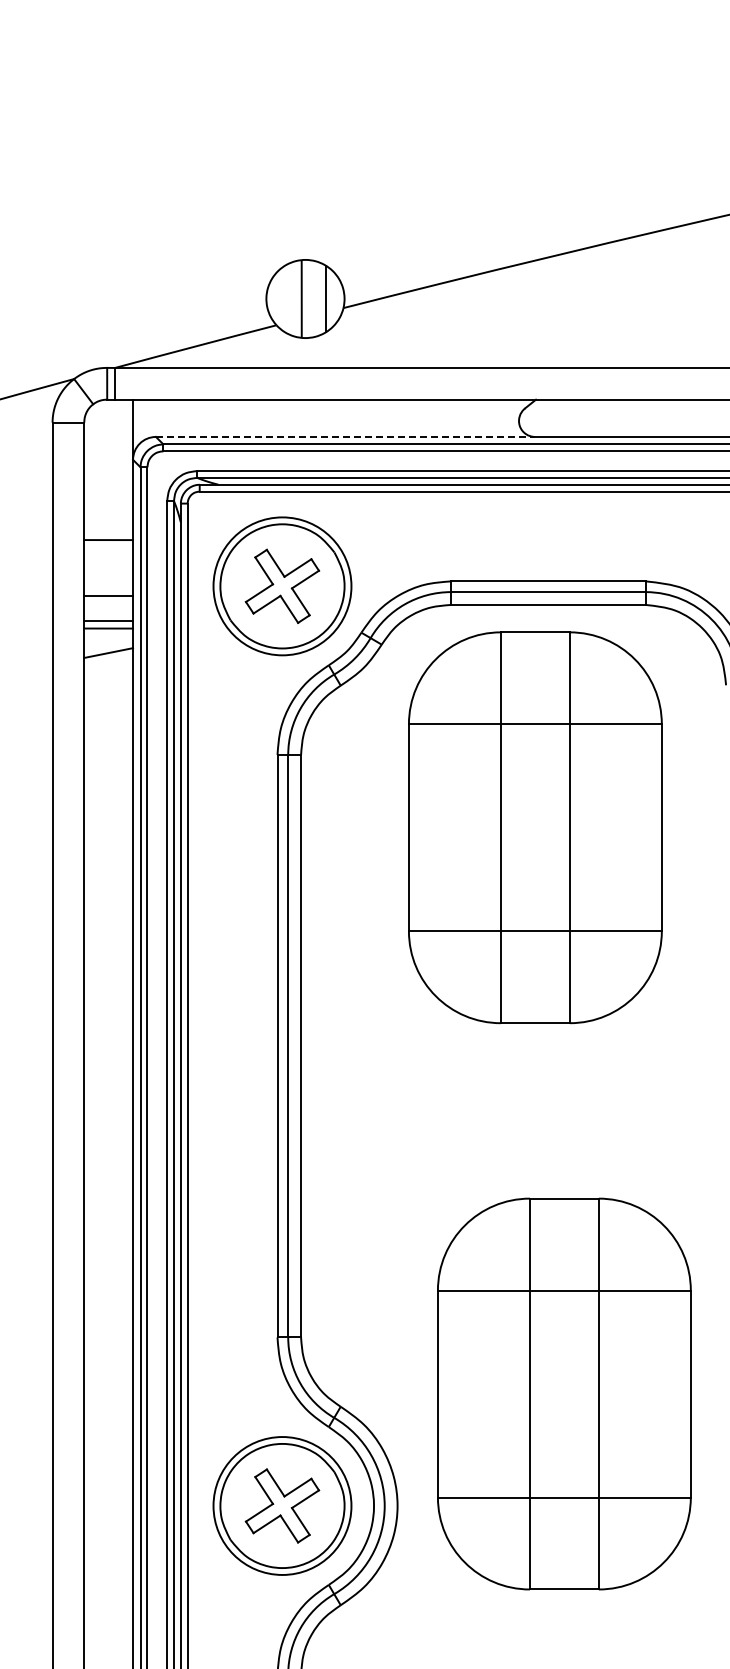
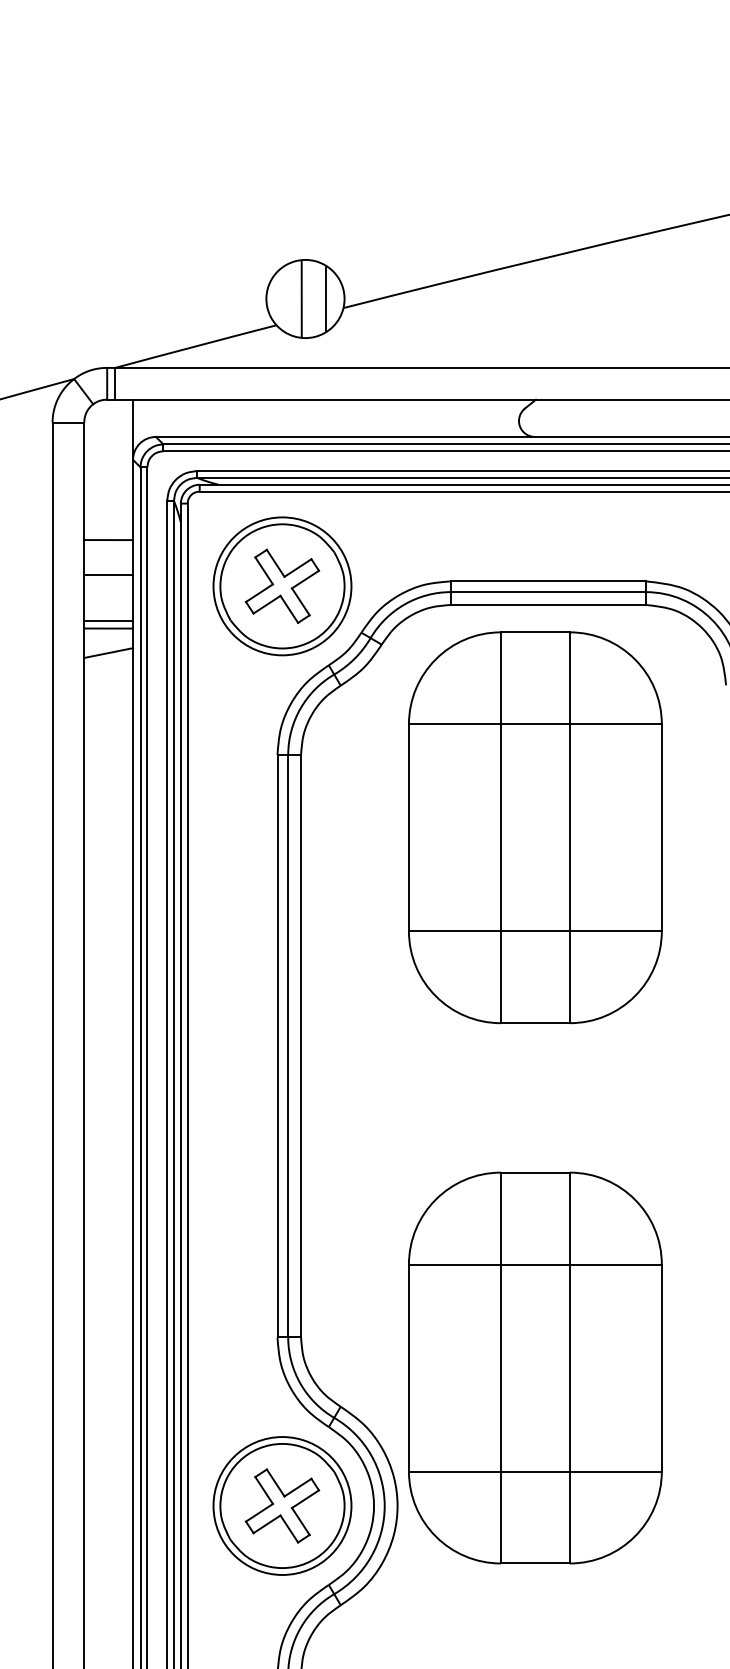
line at (345, 436): dashed -> solid
line at (108, 595) position: (108, 595) -> (108, 574)
part at (564, 1393) position: (564, 1393) -> (535, 1367)
